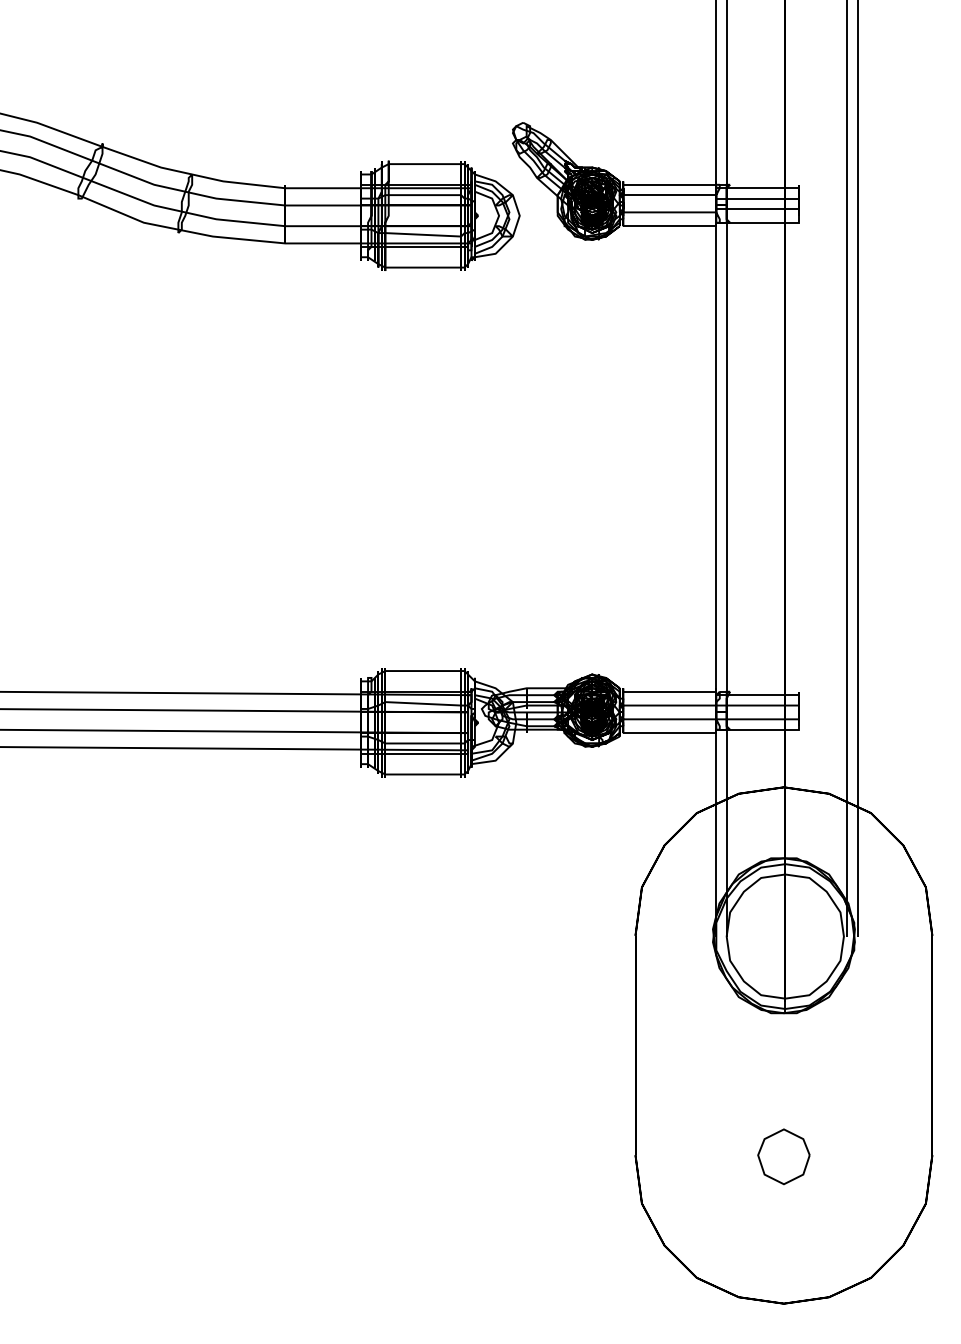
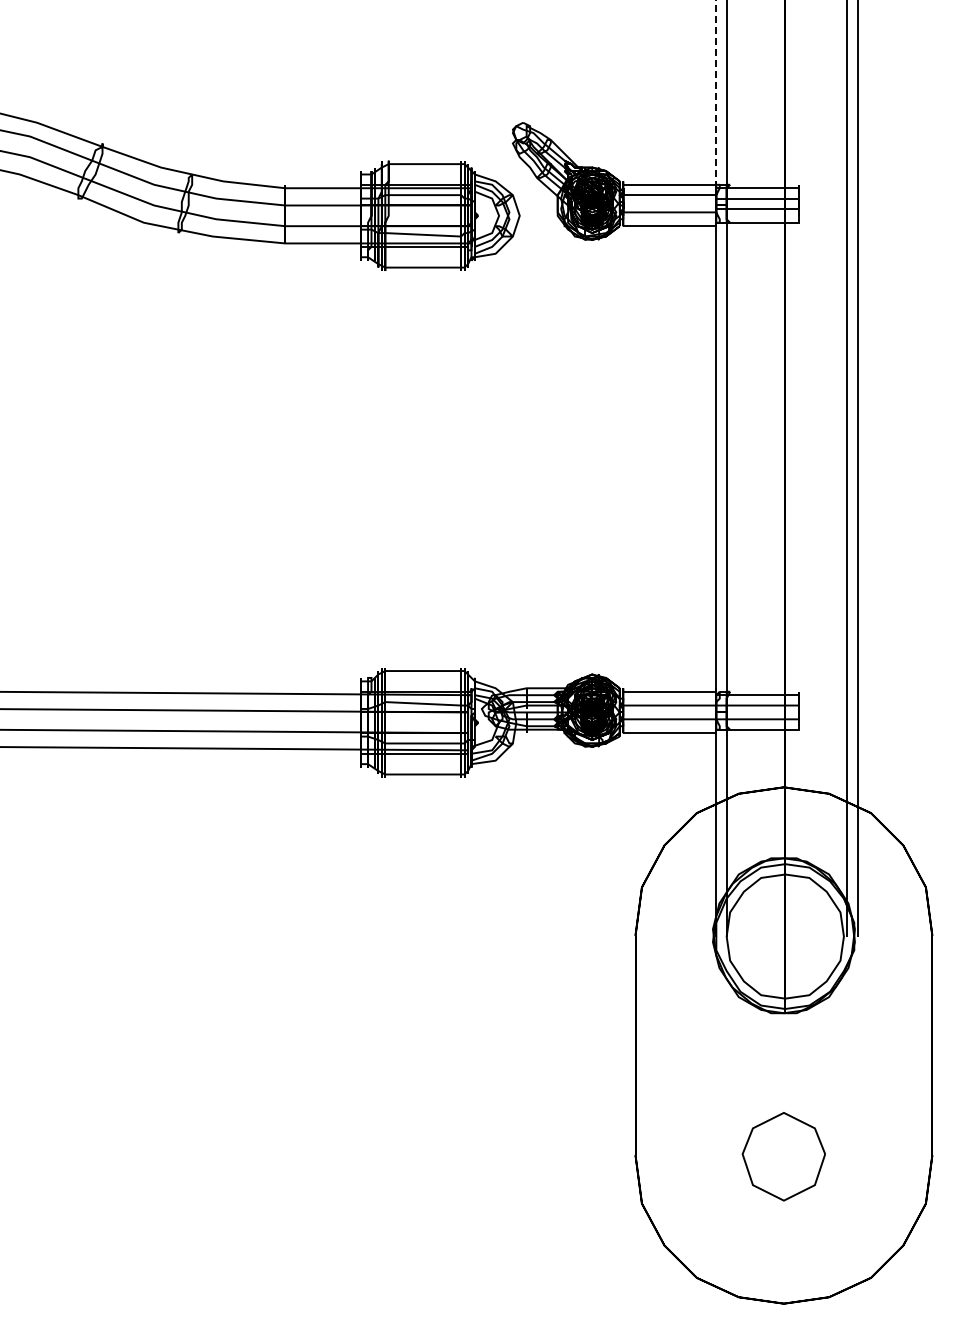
line at (716, 99): solid -> dashed
part at (783, 1156) size: 54x58 px -> 85x90 px
